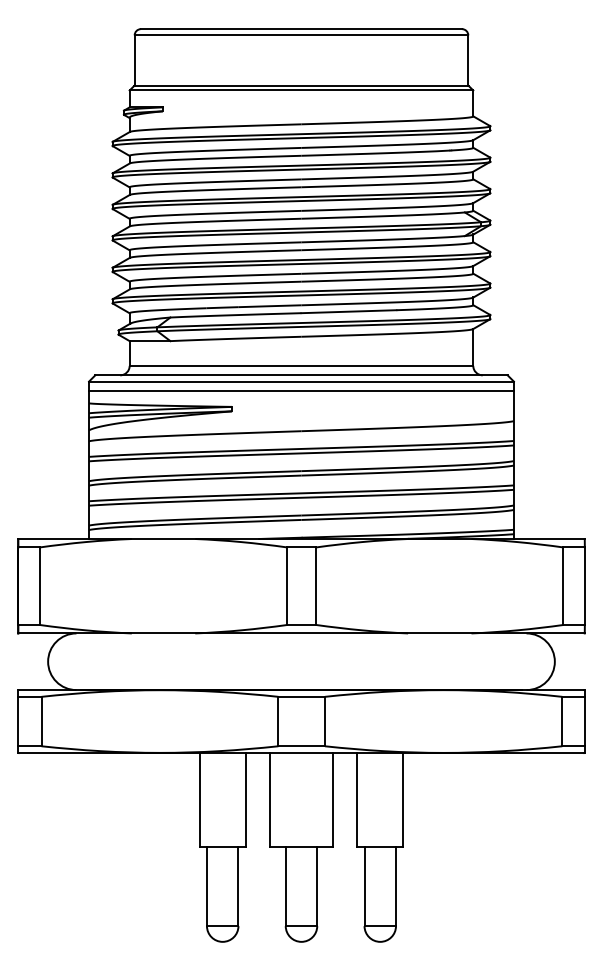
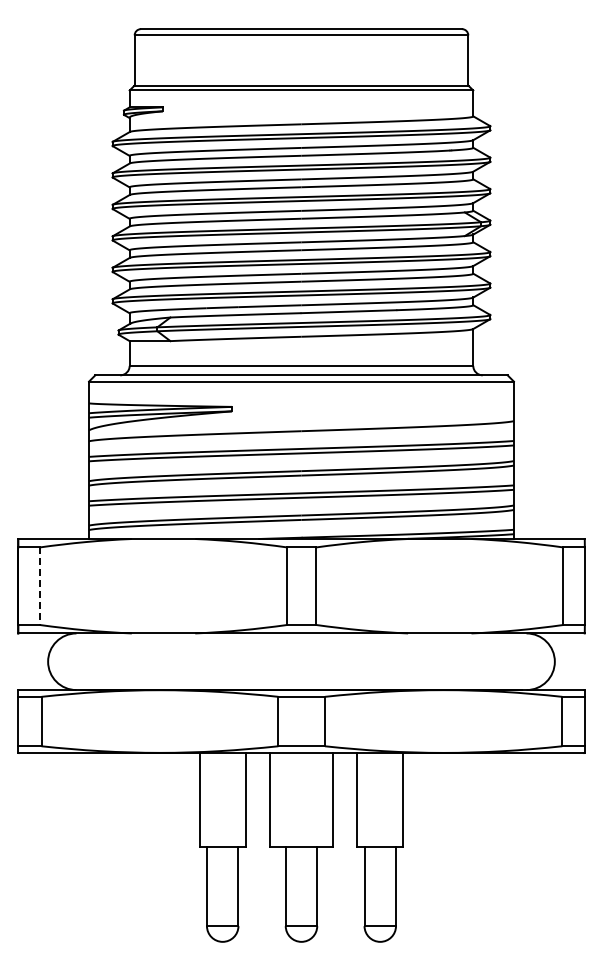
line at (301, 391): present -> none
line at (39, 586): solid -> dashed
